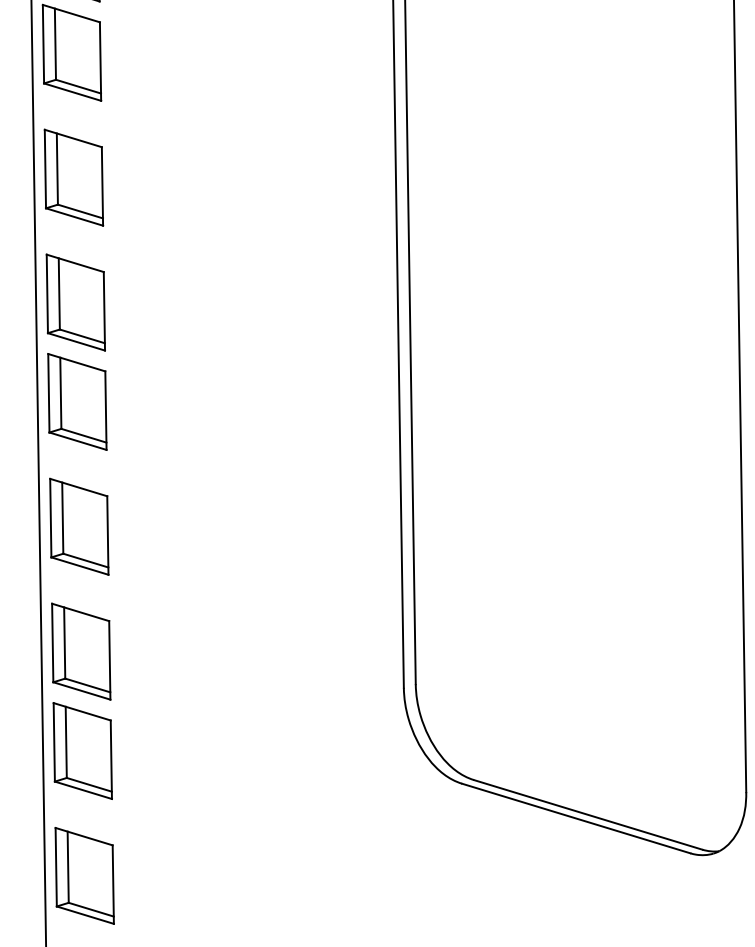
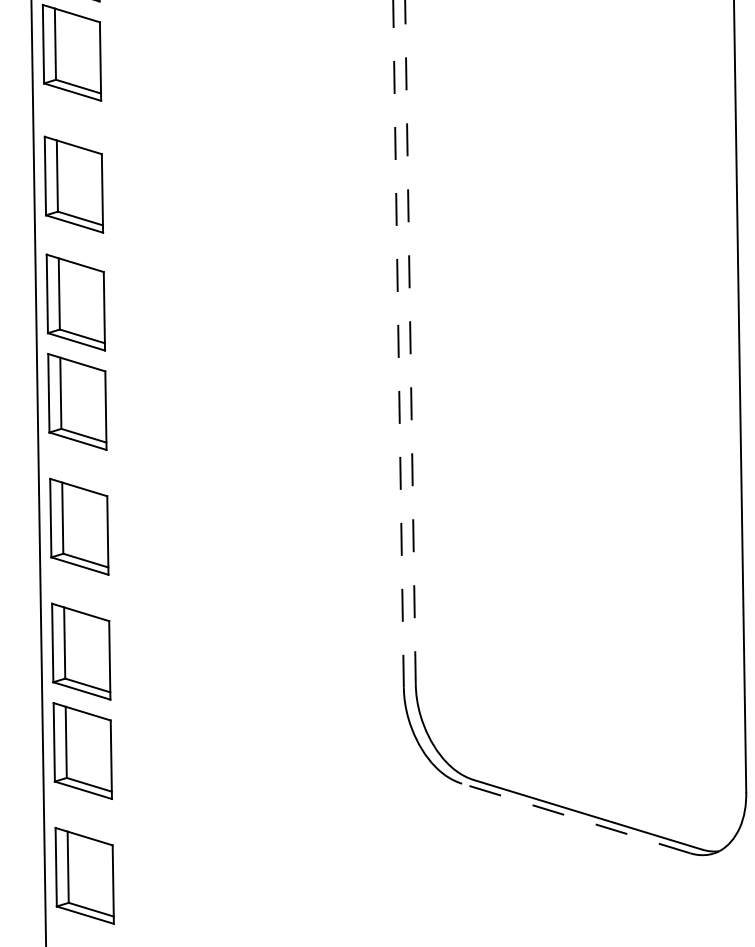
part at (73, 177) position: (73, 177) -> (73, 184)
line at (410, 342): solid -> dashed
line at (398, 344): solid -> dashed
line at (575, 818): solid -> dashed
